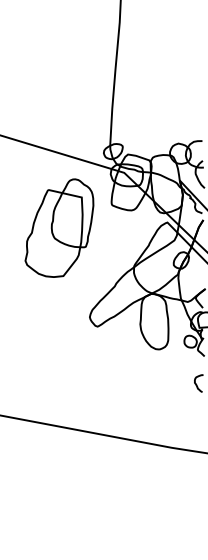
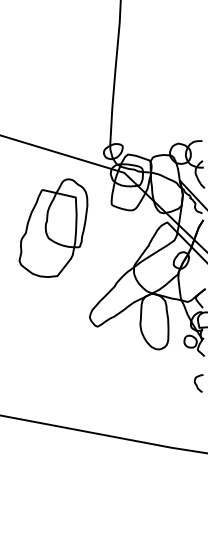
part at (59, 227) position: (59, 227) -> (53, 227)
